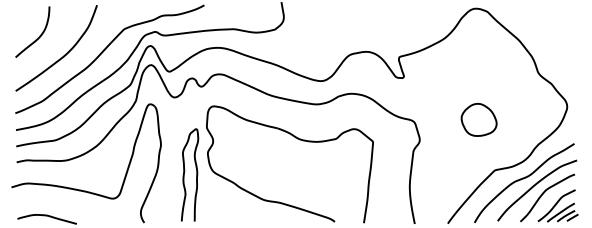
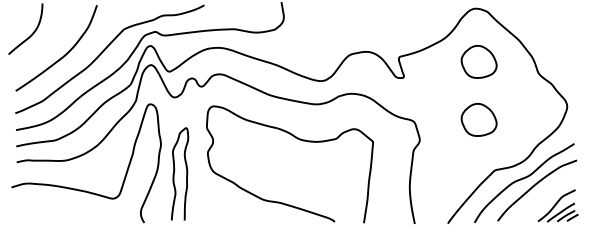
curve at (39, 35) position: (39, 35) -> (32, 32)
part at (478, 61): none -> present
part at (190, 174) position: (190, 174) -> (180, 173)
curve at (544, 193): present -> none
curve at (46, 216): present -> none
